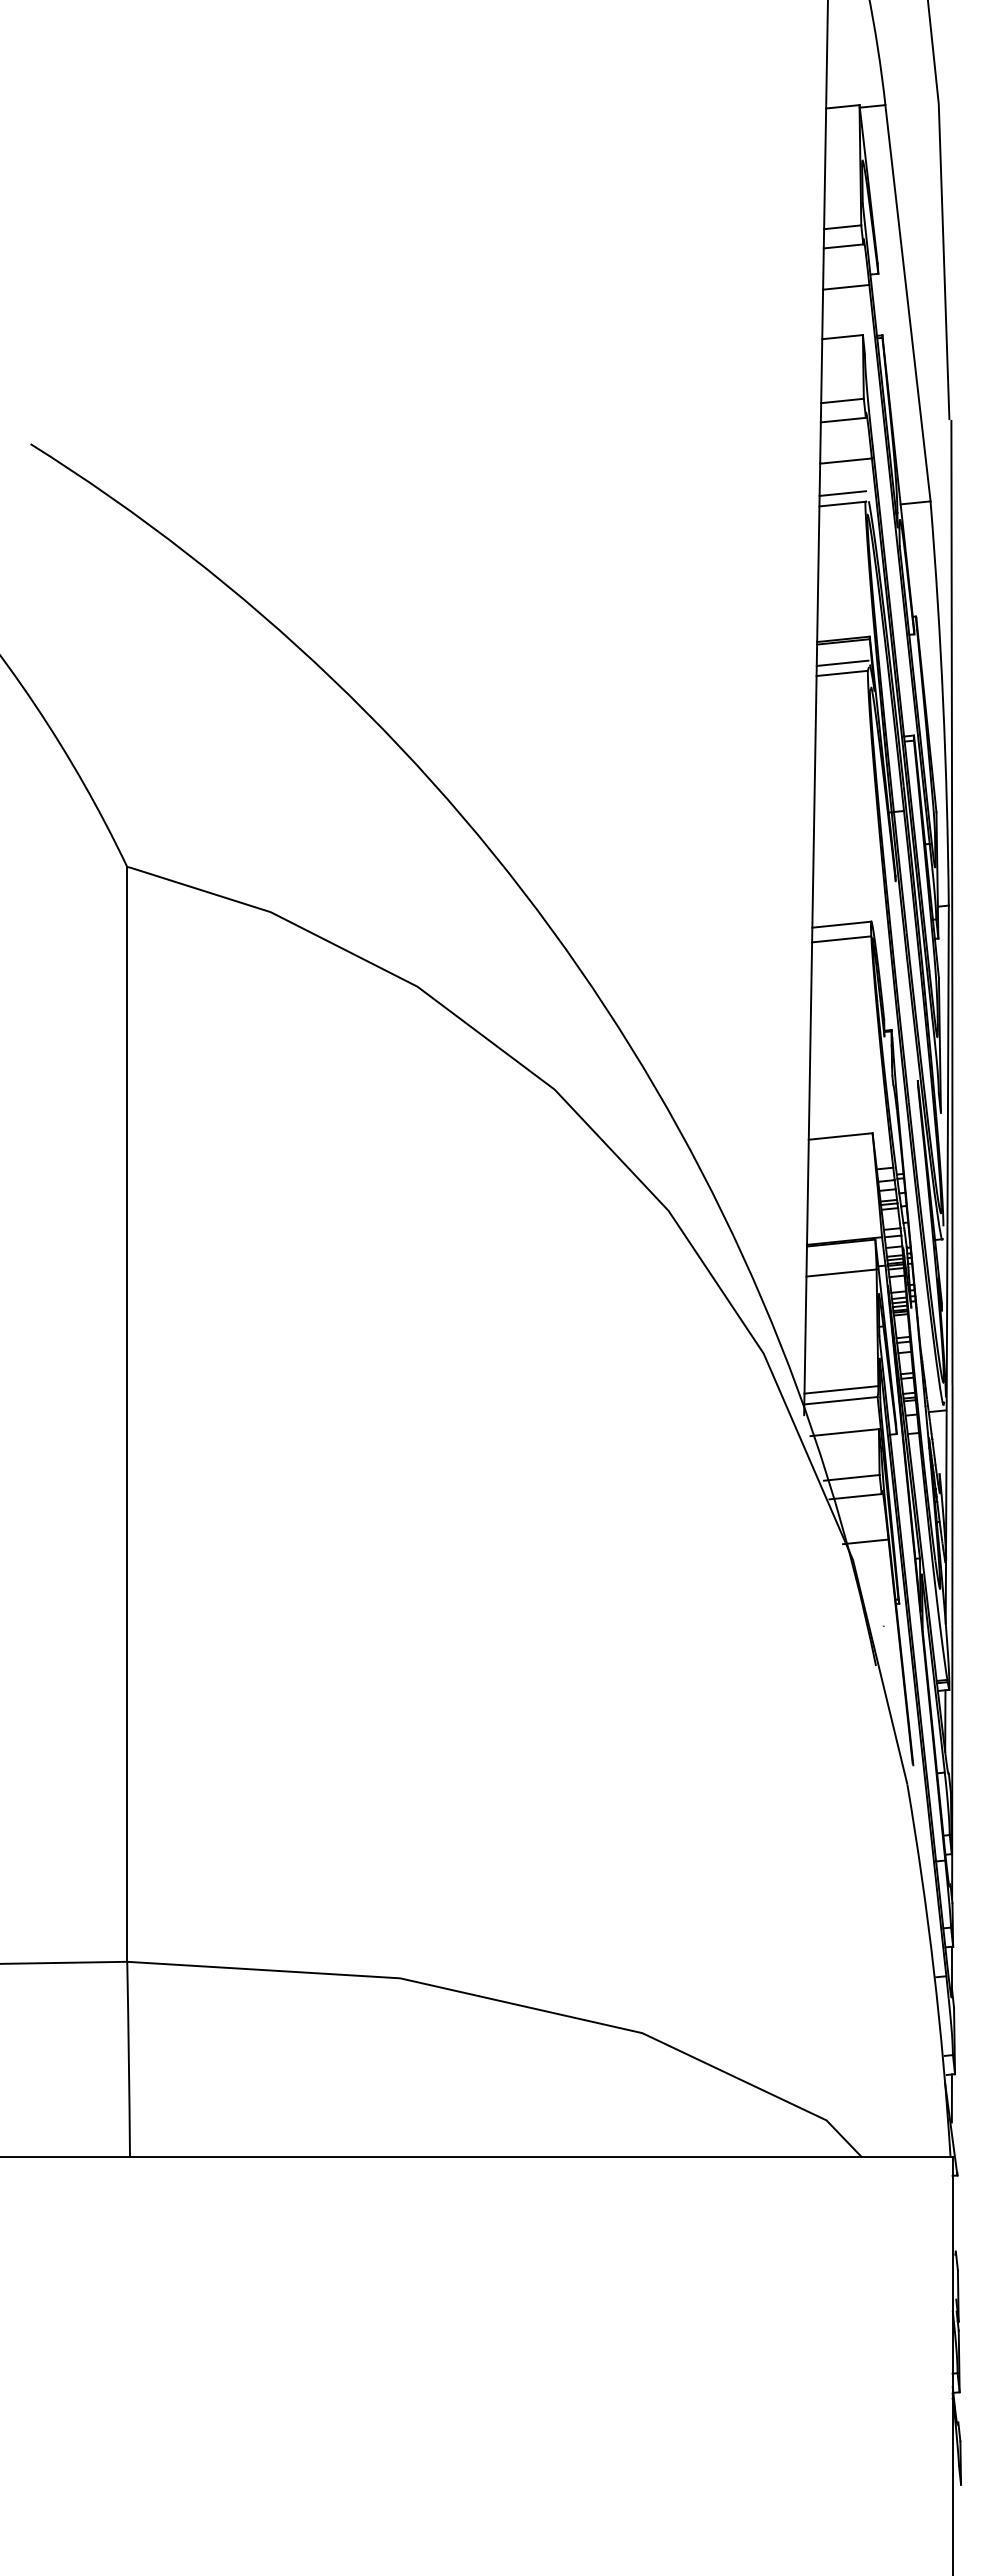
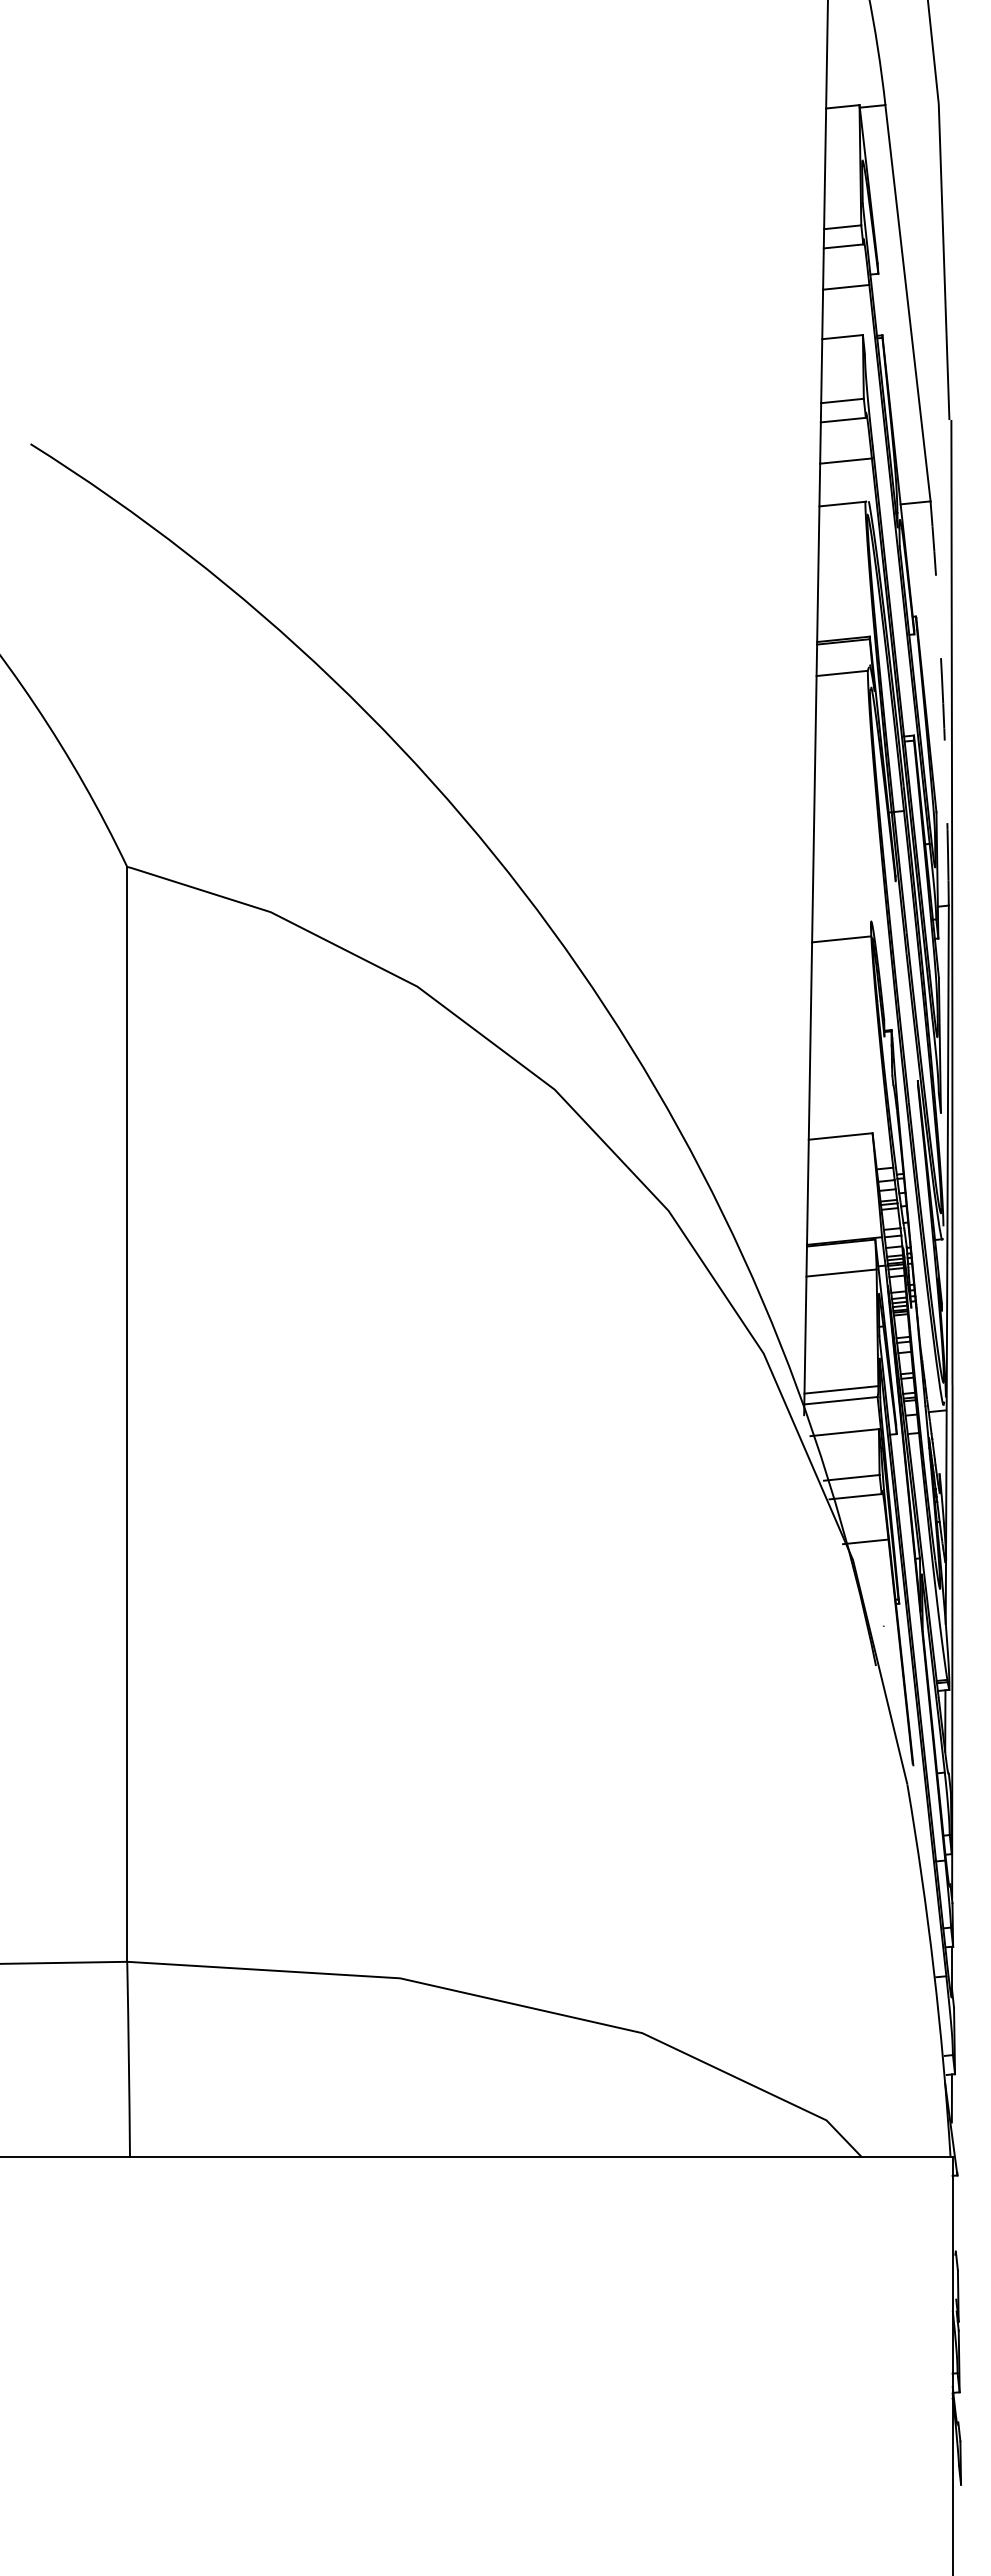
line at (842, 493): present -> none
line at (842, 662): present -> none
arc at (943, 703): solid -> dashed
line at (841, 924): present -> none
